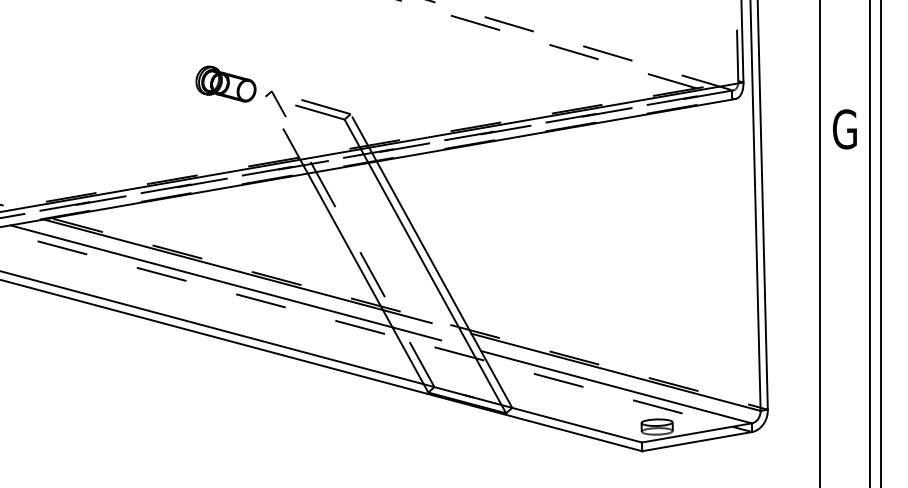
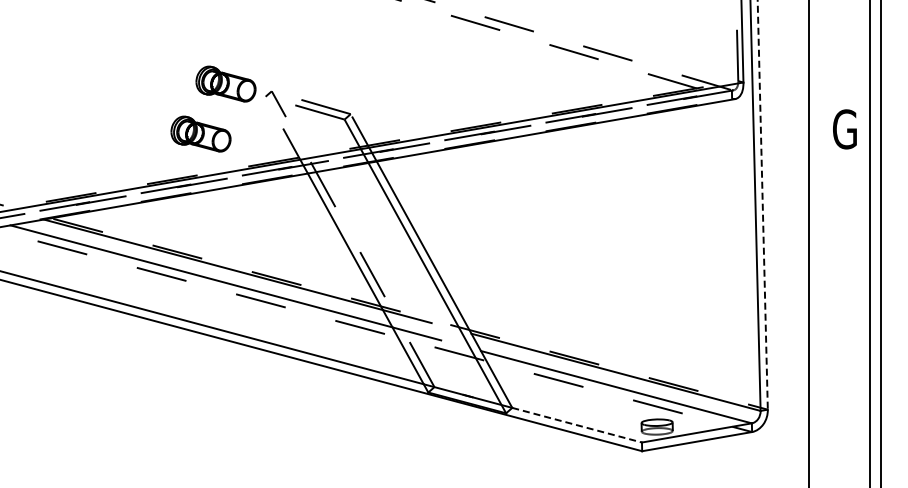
part at (200, 133): none -> present
line at (762, 204): solid -> dashed
line at (819, 243) position: (819, 243) -> (808, 243)
line at (577, 425): solid -> dashed
